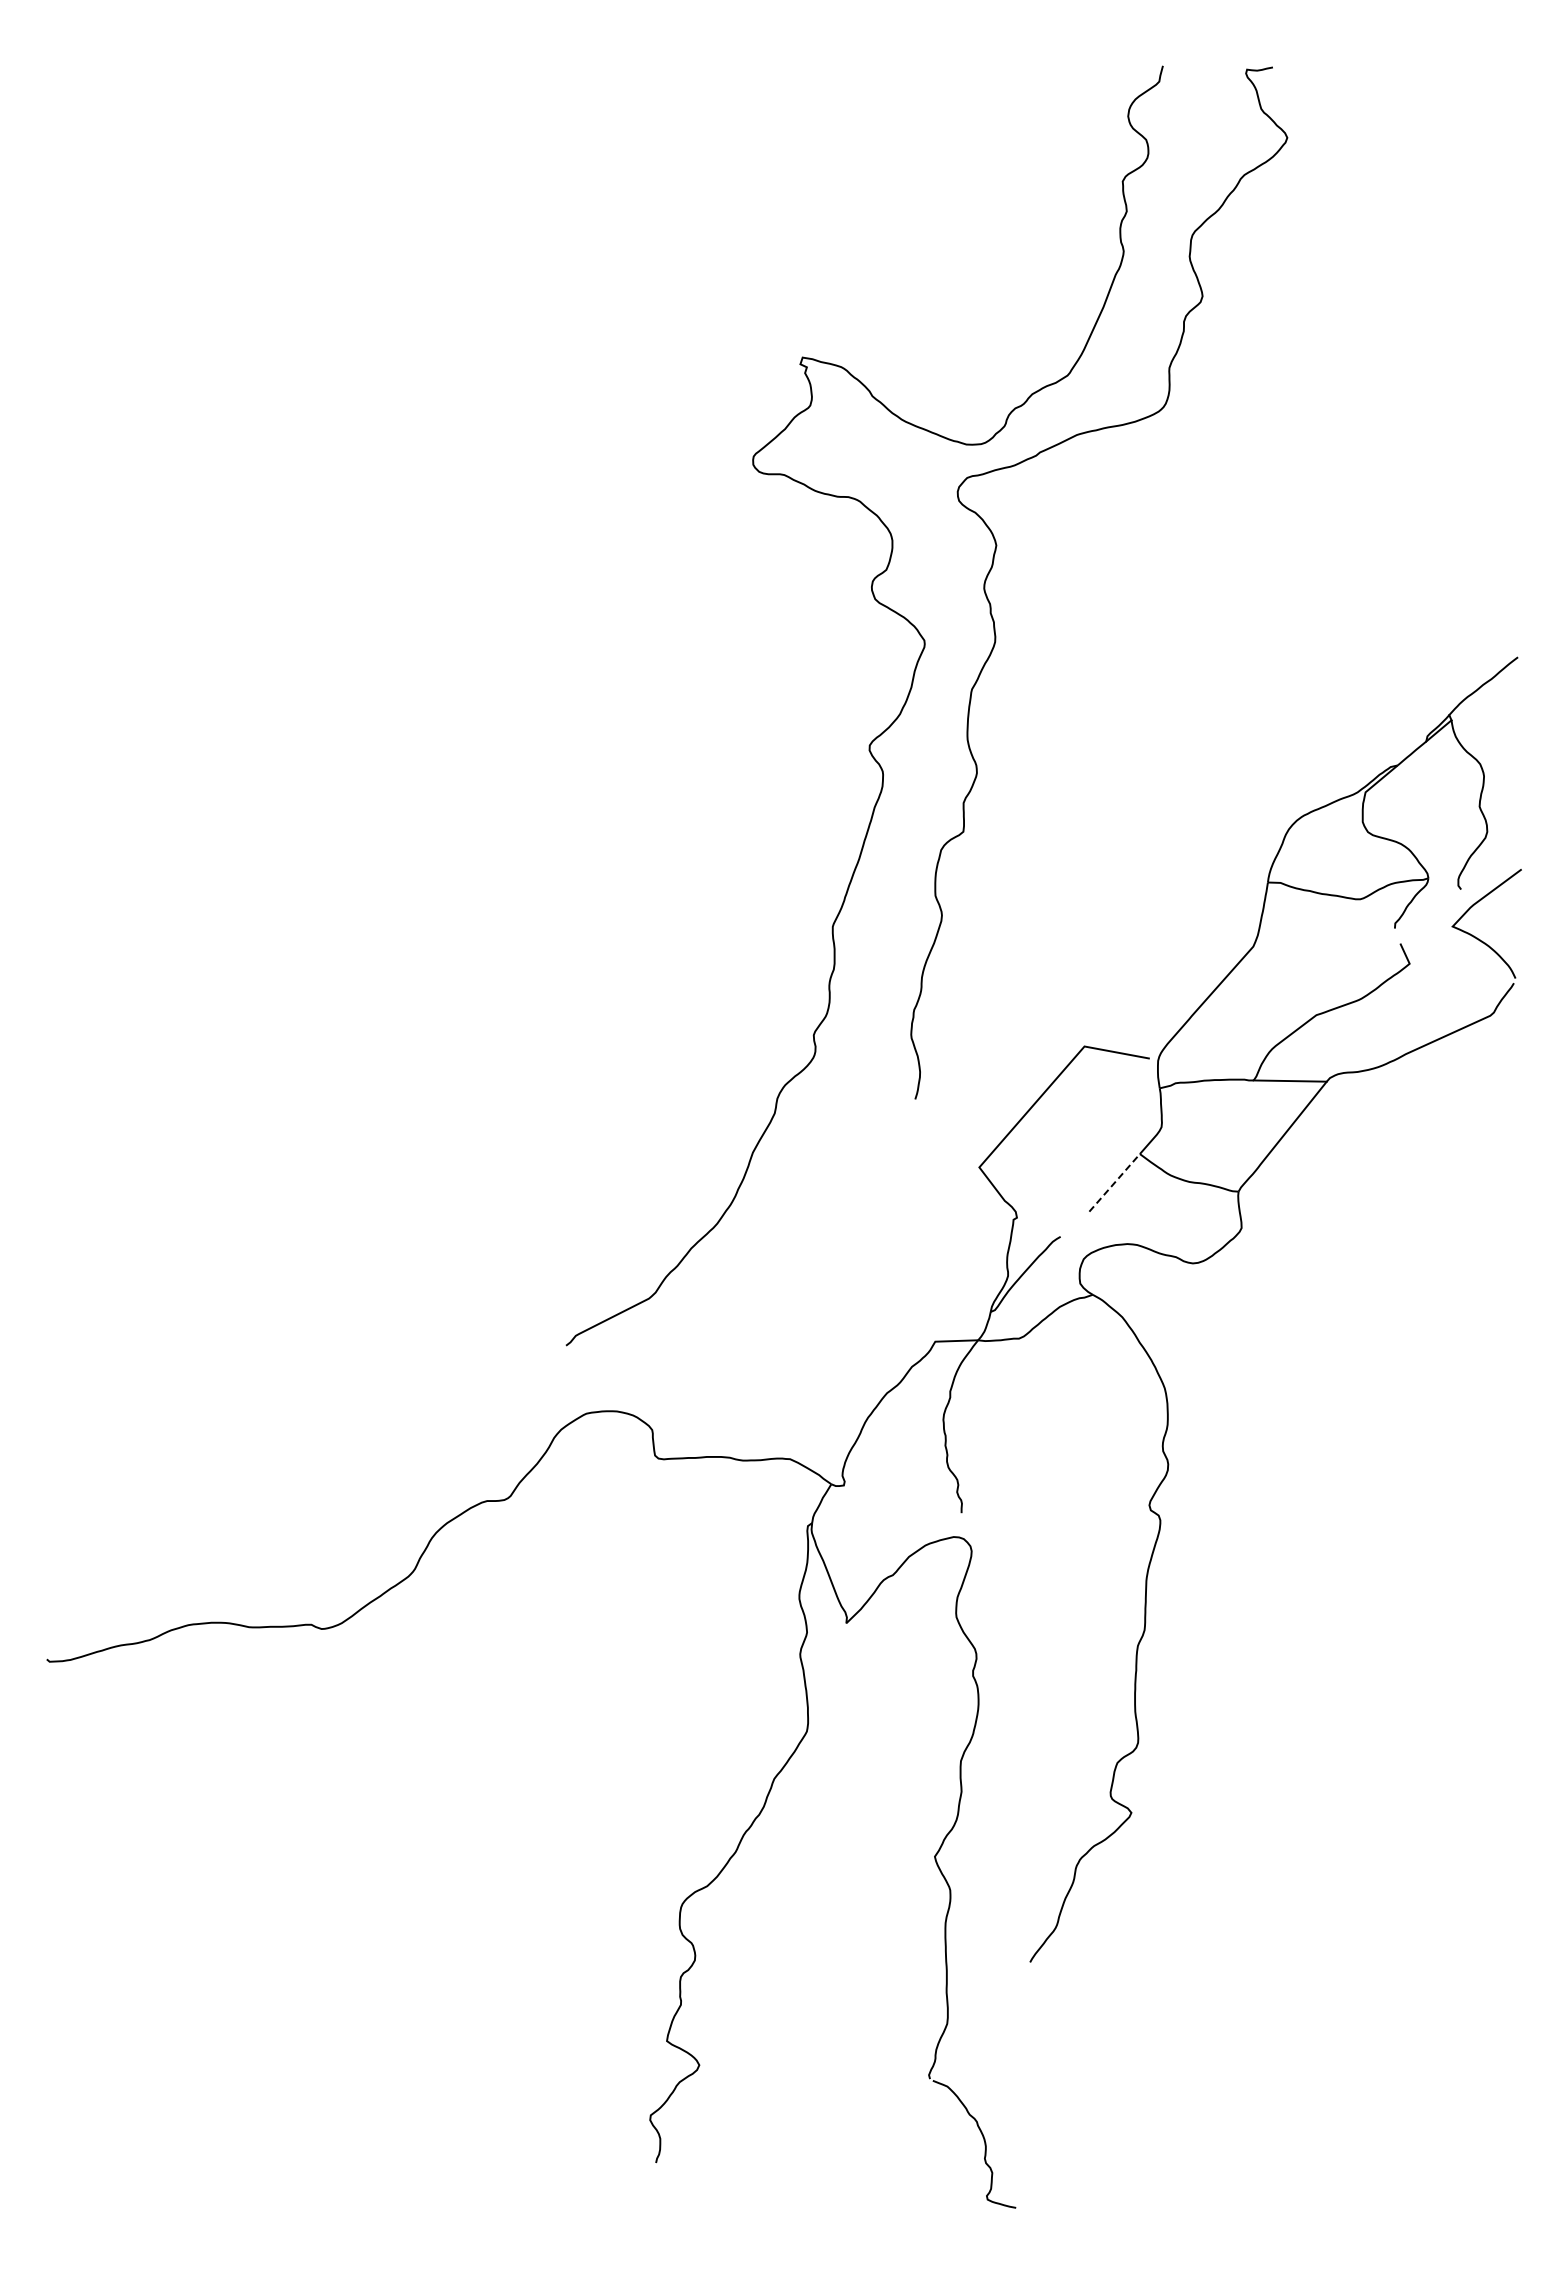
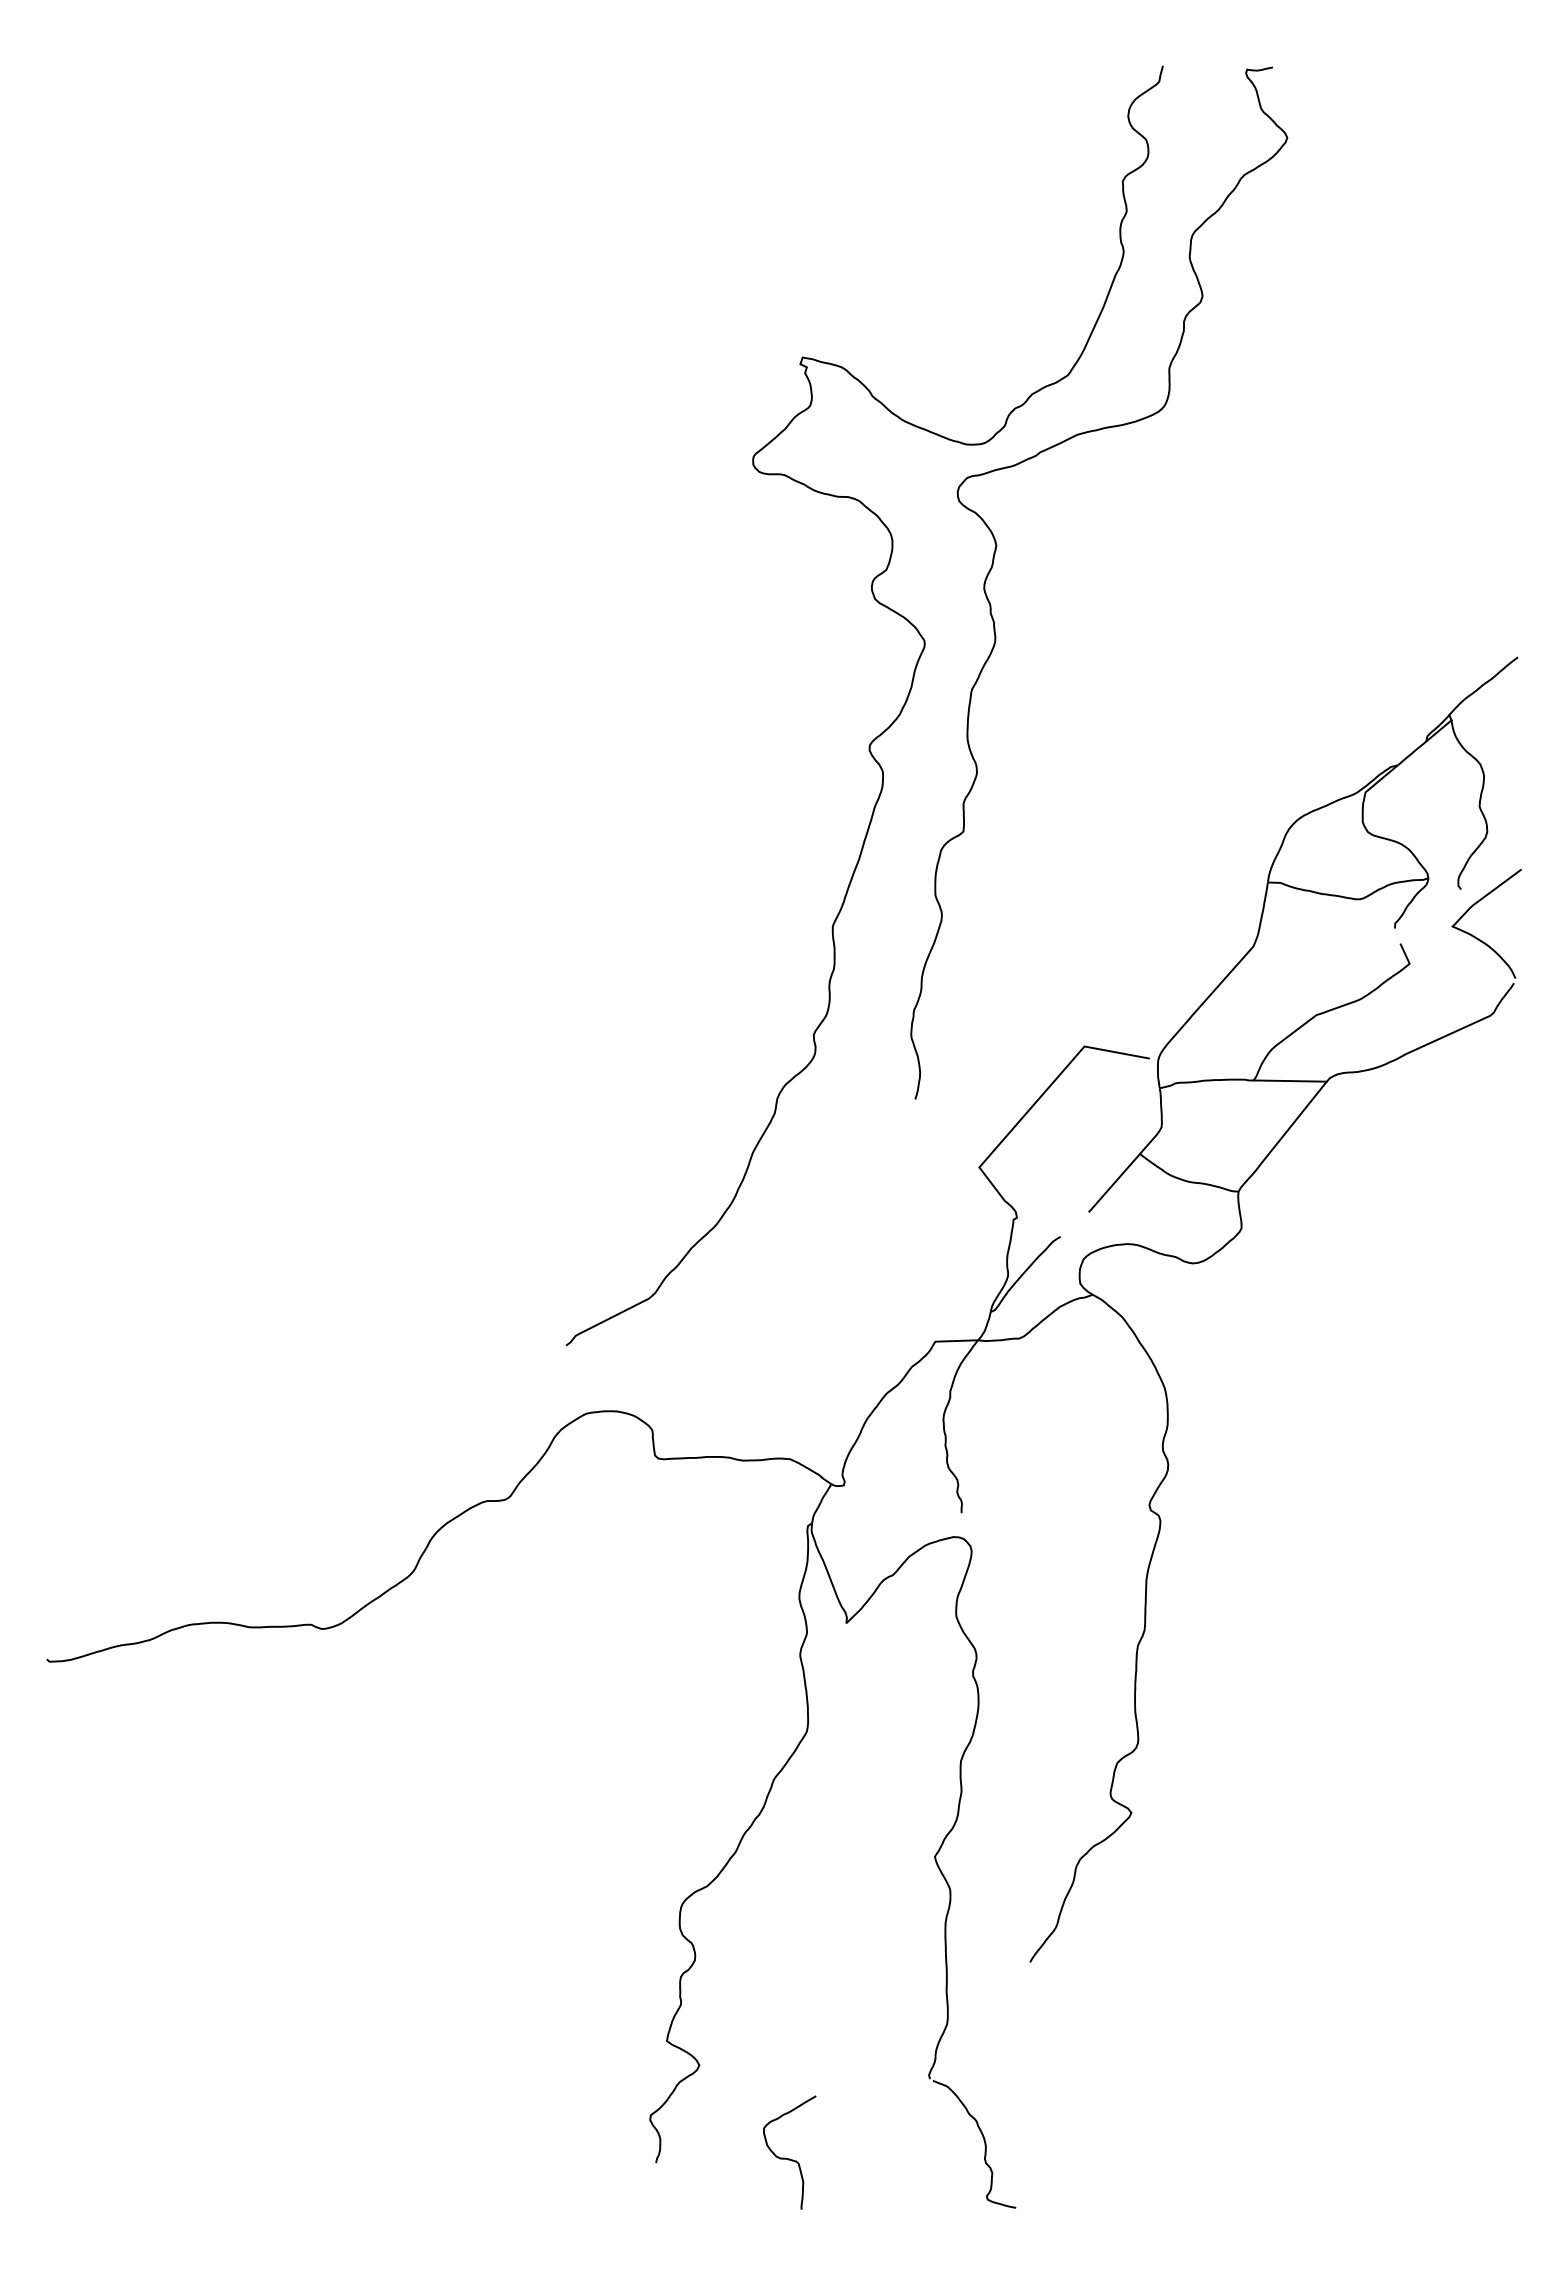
line at (1114, 1182): dashed -> solid
curve at (786, 2157): none -> present
